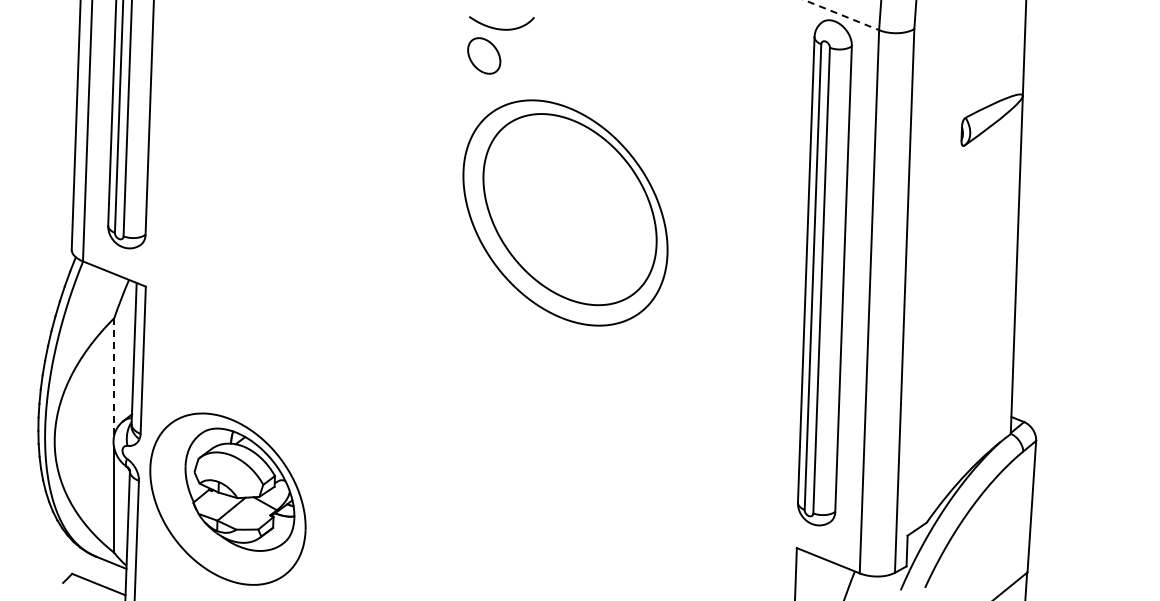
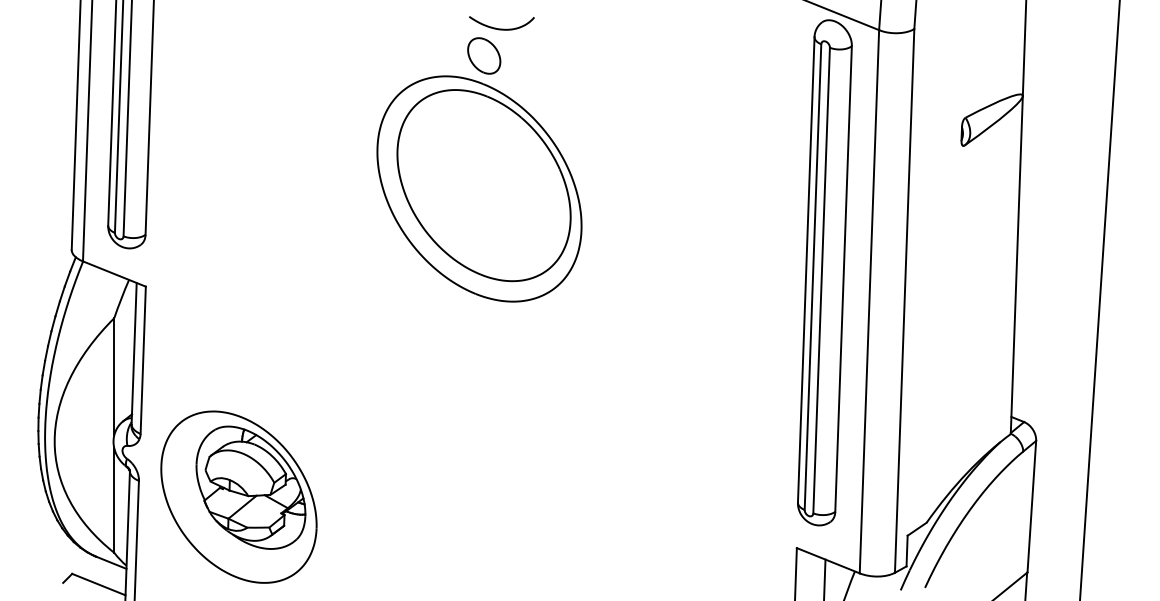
line at (842, 15): dashed -> solid
part at (565, 212) position: (565, 212) -> (479, 188)
line at (1099, 299): none -> present
line at (114, 376): dashed -> solid
part at (227, 498) position: (227, 498) -> (238, 496)
line at (824, 578): none -> present
